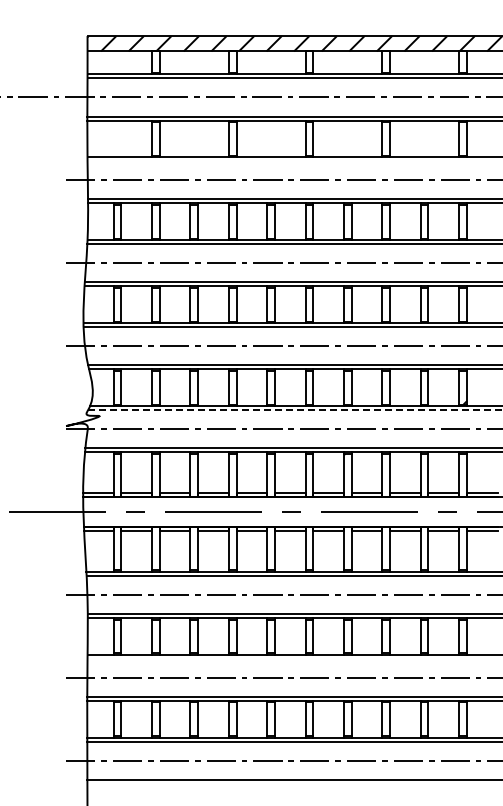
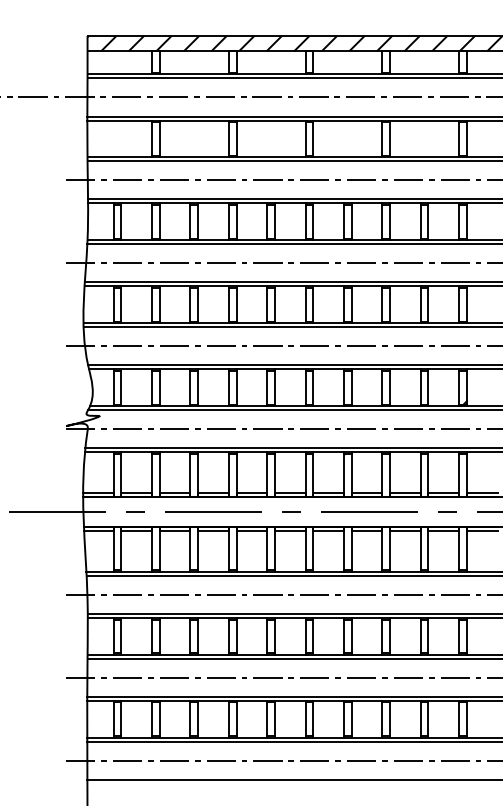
line at (293, 161): none -> present
line at (295, 410): dashed -> solid
line at (293, 658): none -> present
